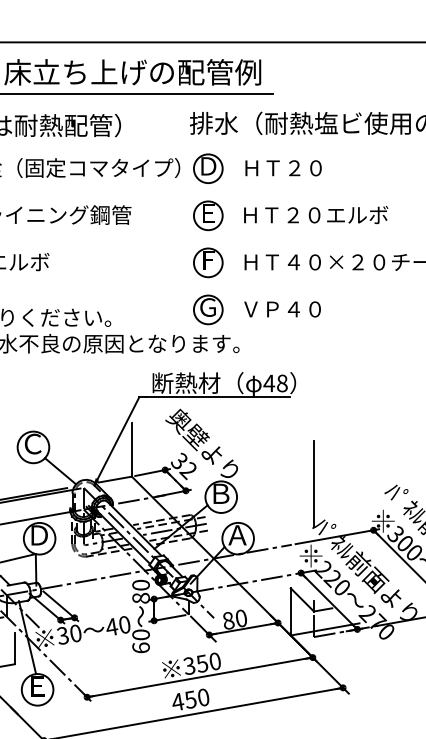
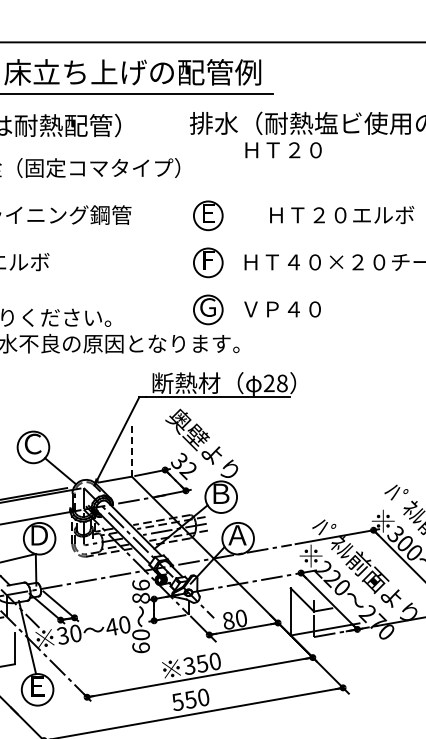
part at (208, 168): present -> none
text at (283, 168) position: (283, 168) -> (283, 150)
text at (316, 214) position: (316, 214) -> (342, 214)
text at (269, 383): 48 -> 28
line at (131, 449): solid -> dashed
line at (313, 483): present -> none
text at (140, 584): 80 -> 86
text at (178, 701): 450 -> 550
